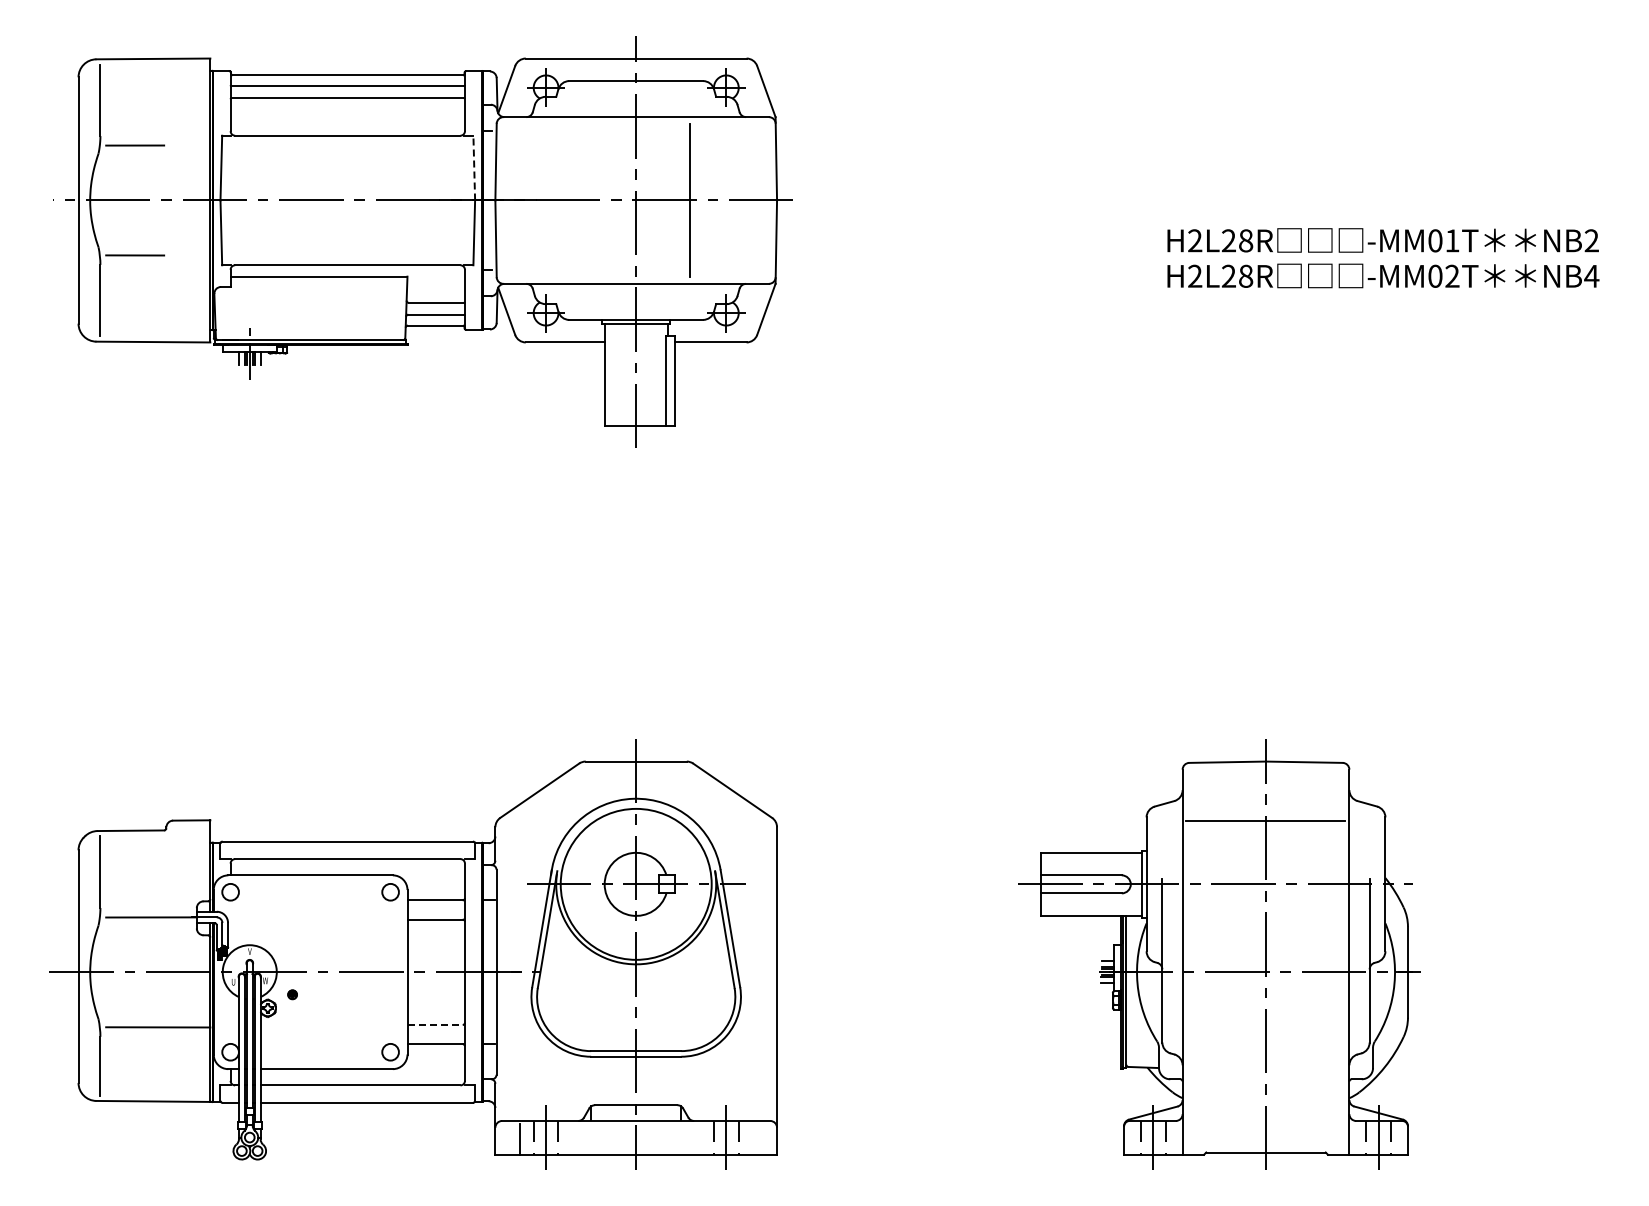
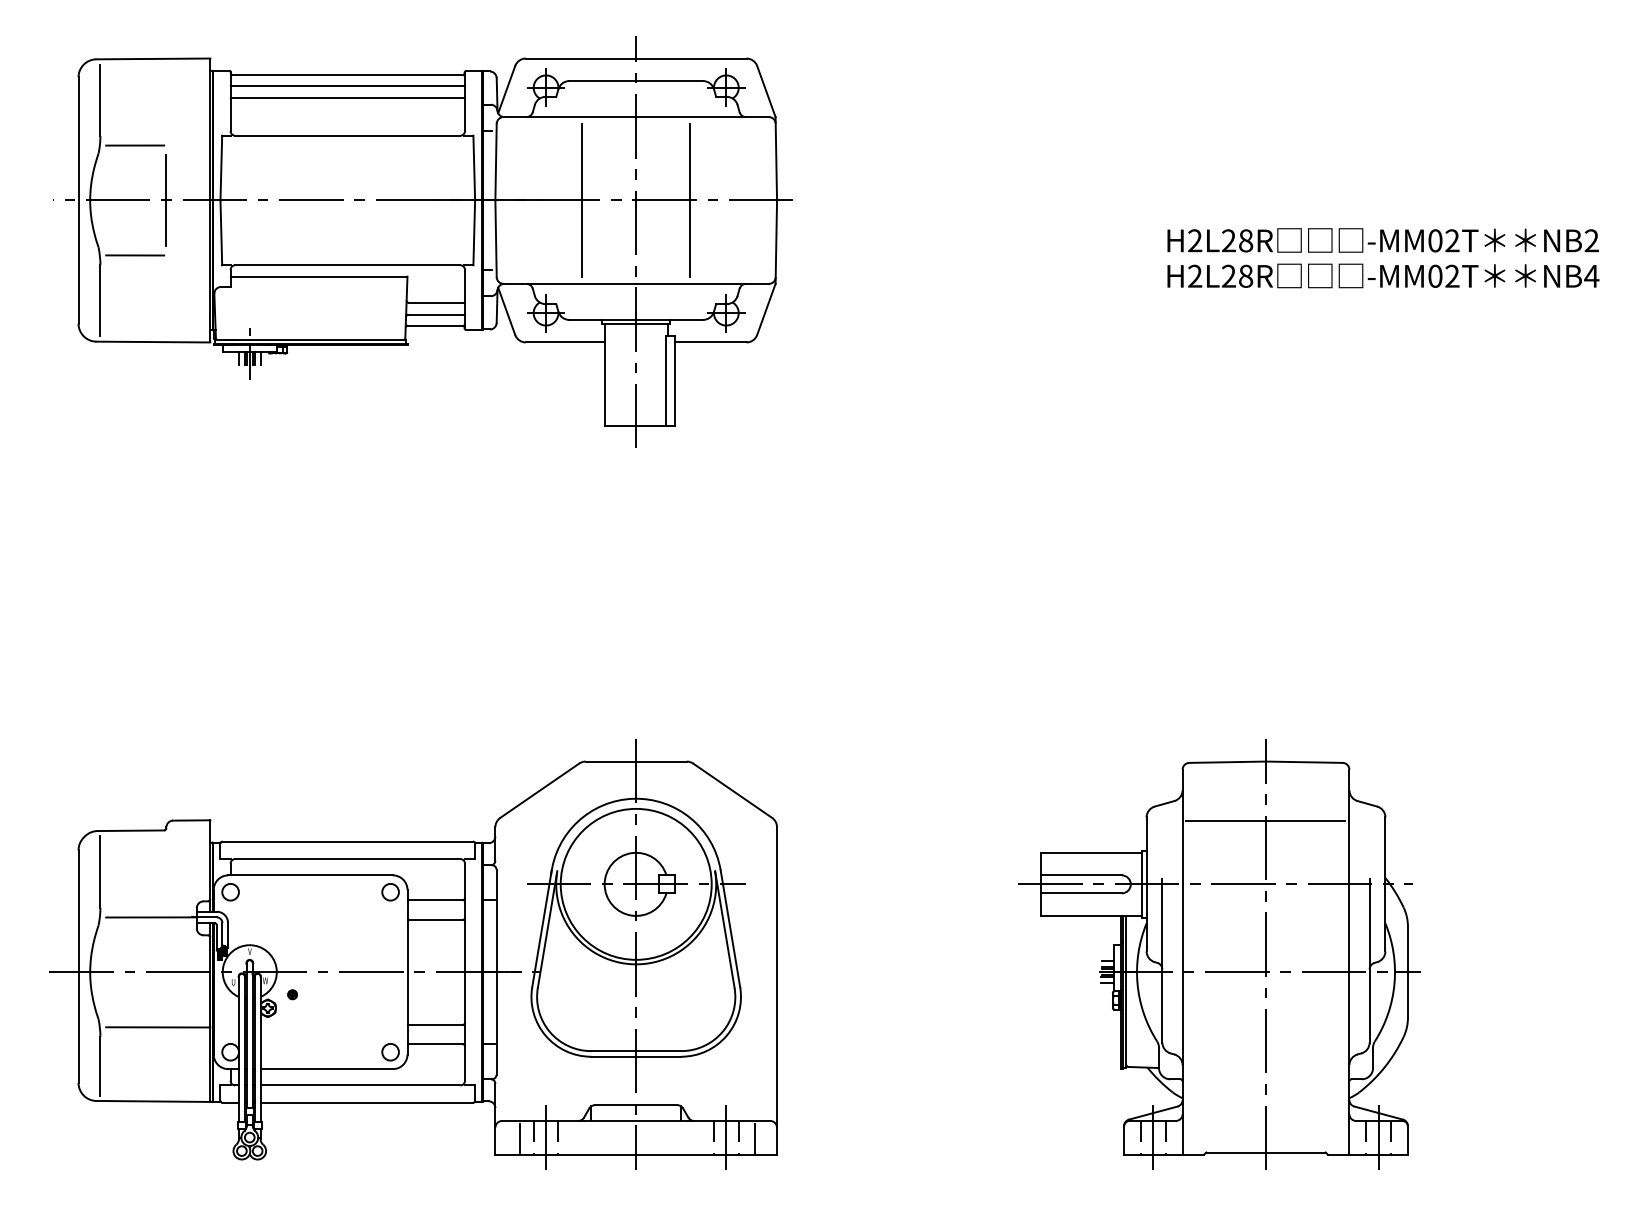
line at (474, 167): dashed -> solid
line at (166, 200): none -> present
line at (582, 200): none -> present
text at (1452, 240): -MM01T -> -MM02T
line at (435, 1025): dashed -> solid
line at (754, 1139): none -> present
